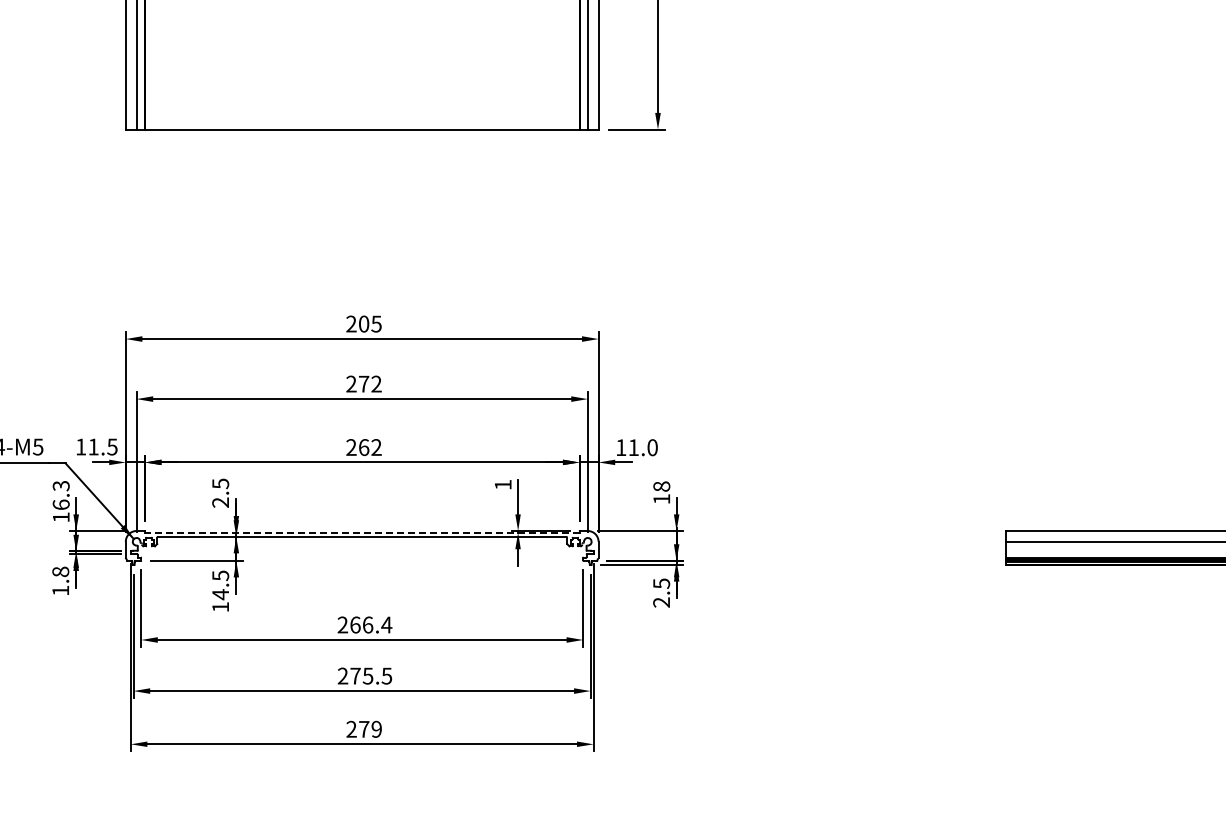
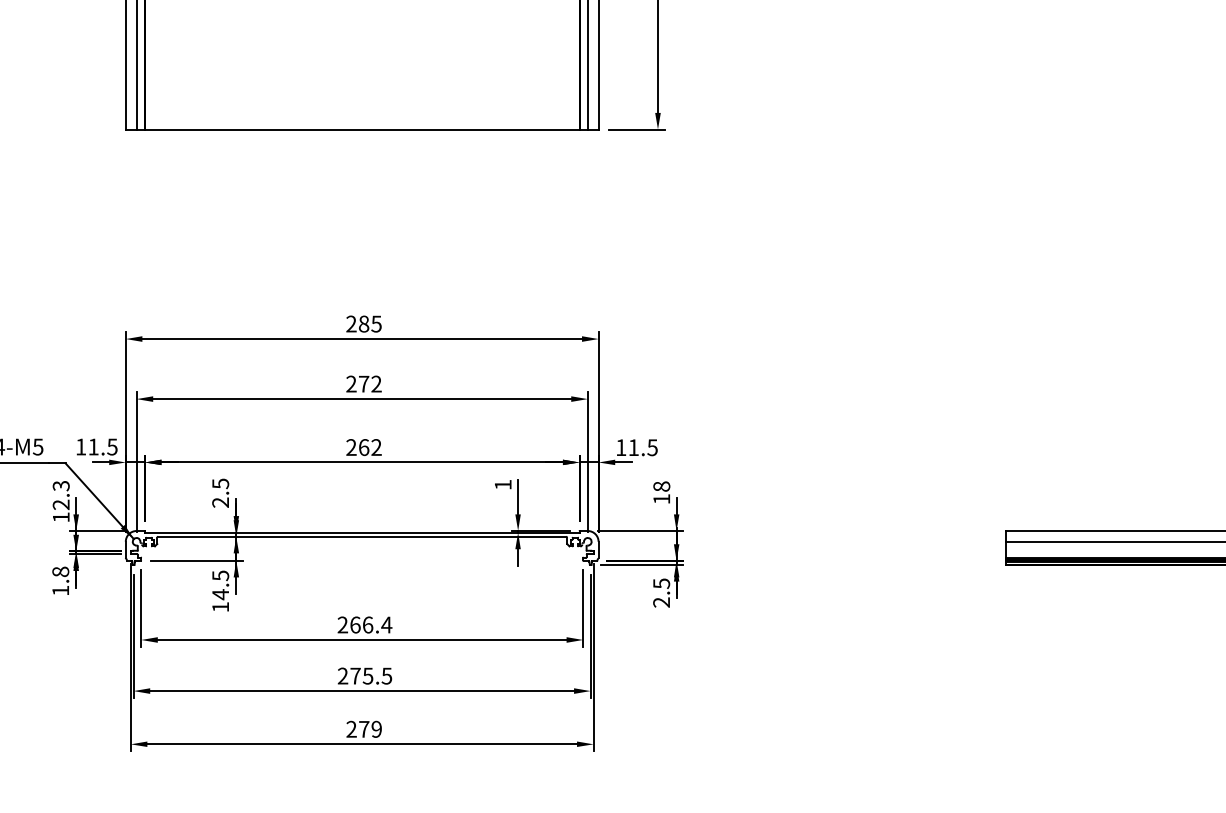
text at (364, 324): 205 -> 285
text at (652, 447): 11.0 -> 11.5
text at (60, 504): 16.3 -> 12.3
line at (361, 532): dashed -> solid
